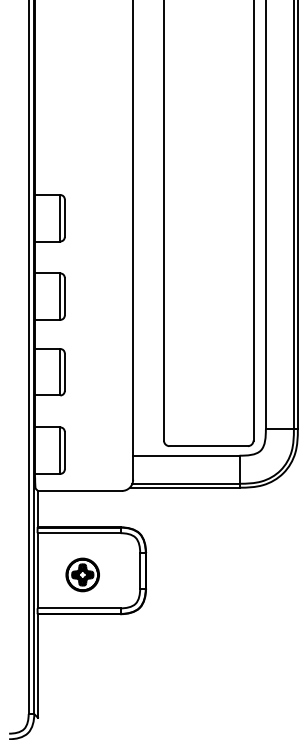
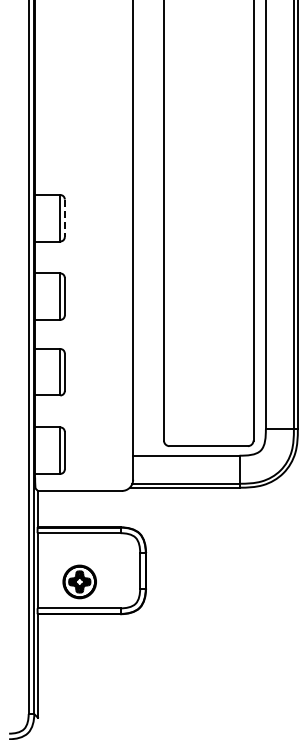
line at (64, 218): solid -> dashed
part at (82, 574) position: (82, 574) -> (79, 581)
